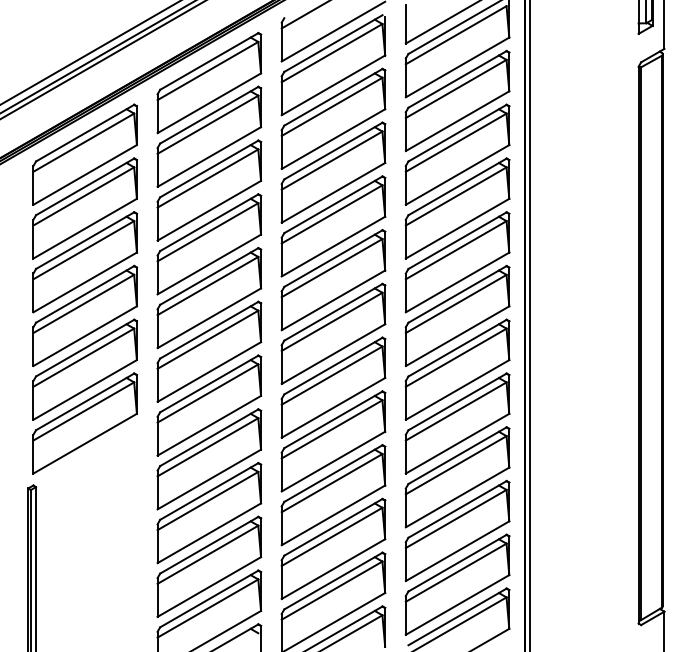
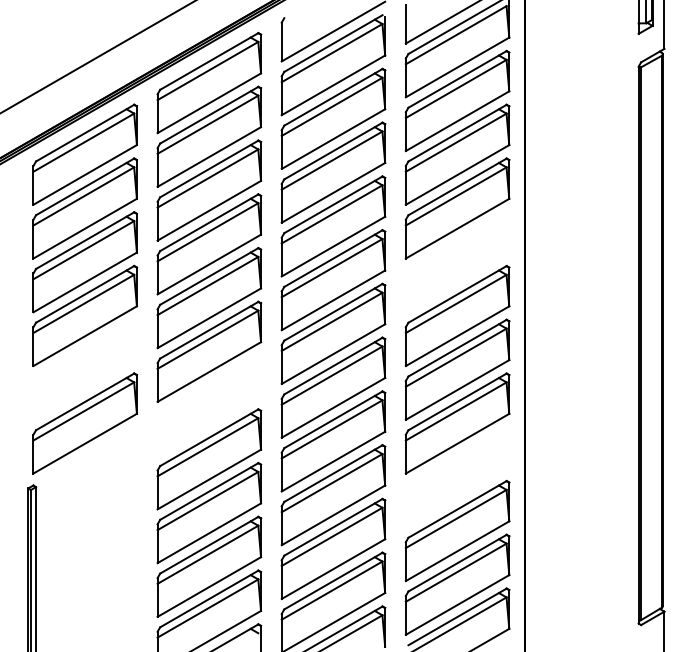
line at (303, 15): present -> none
line at (90, 52): present -> none
line at (102, 60): present -> none
part at (457, 262): present -> none
line at (529, 325): present -> none
part at (84, 369): present -> none
part at (209, 405): present -> none
part at (457, 477): present -> none
